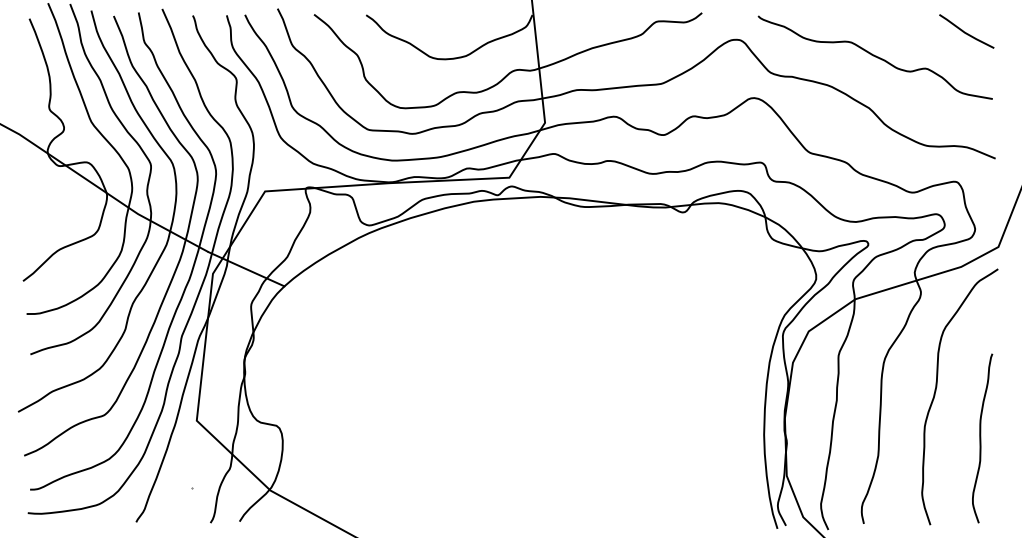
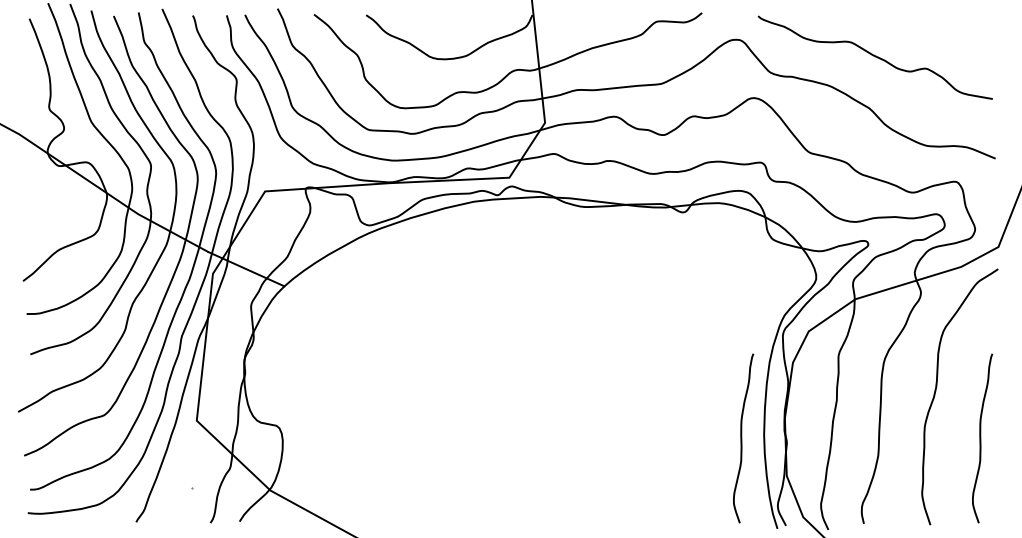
line at (965, 31): present -> none
curve at (742, 438): none -> present
